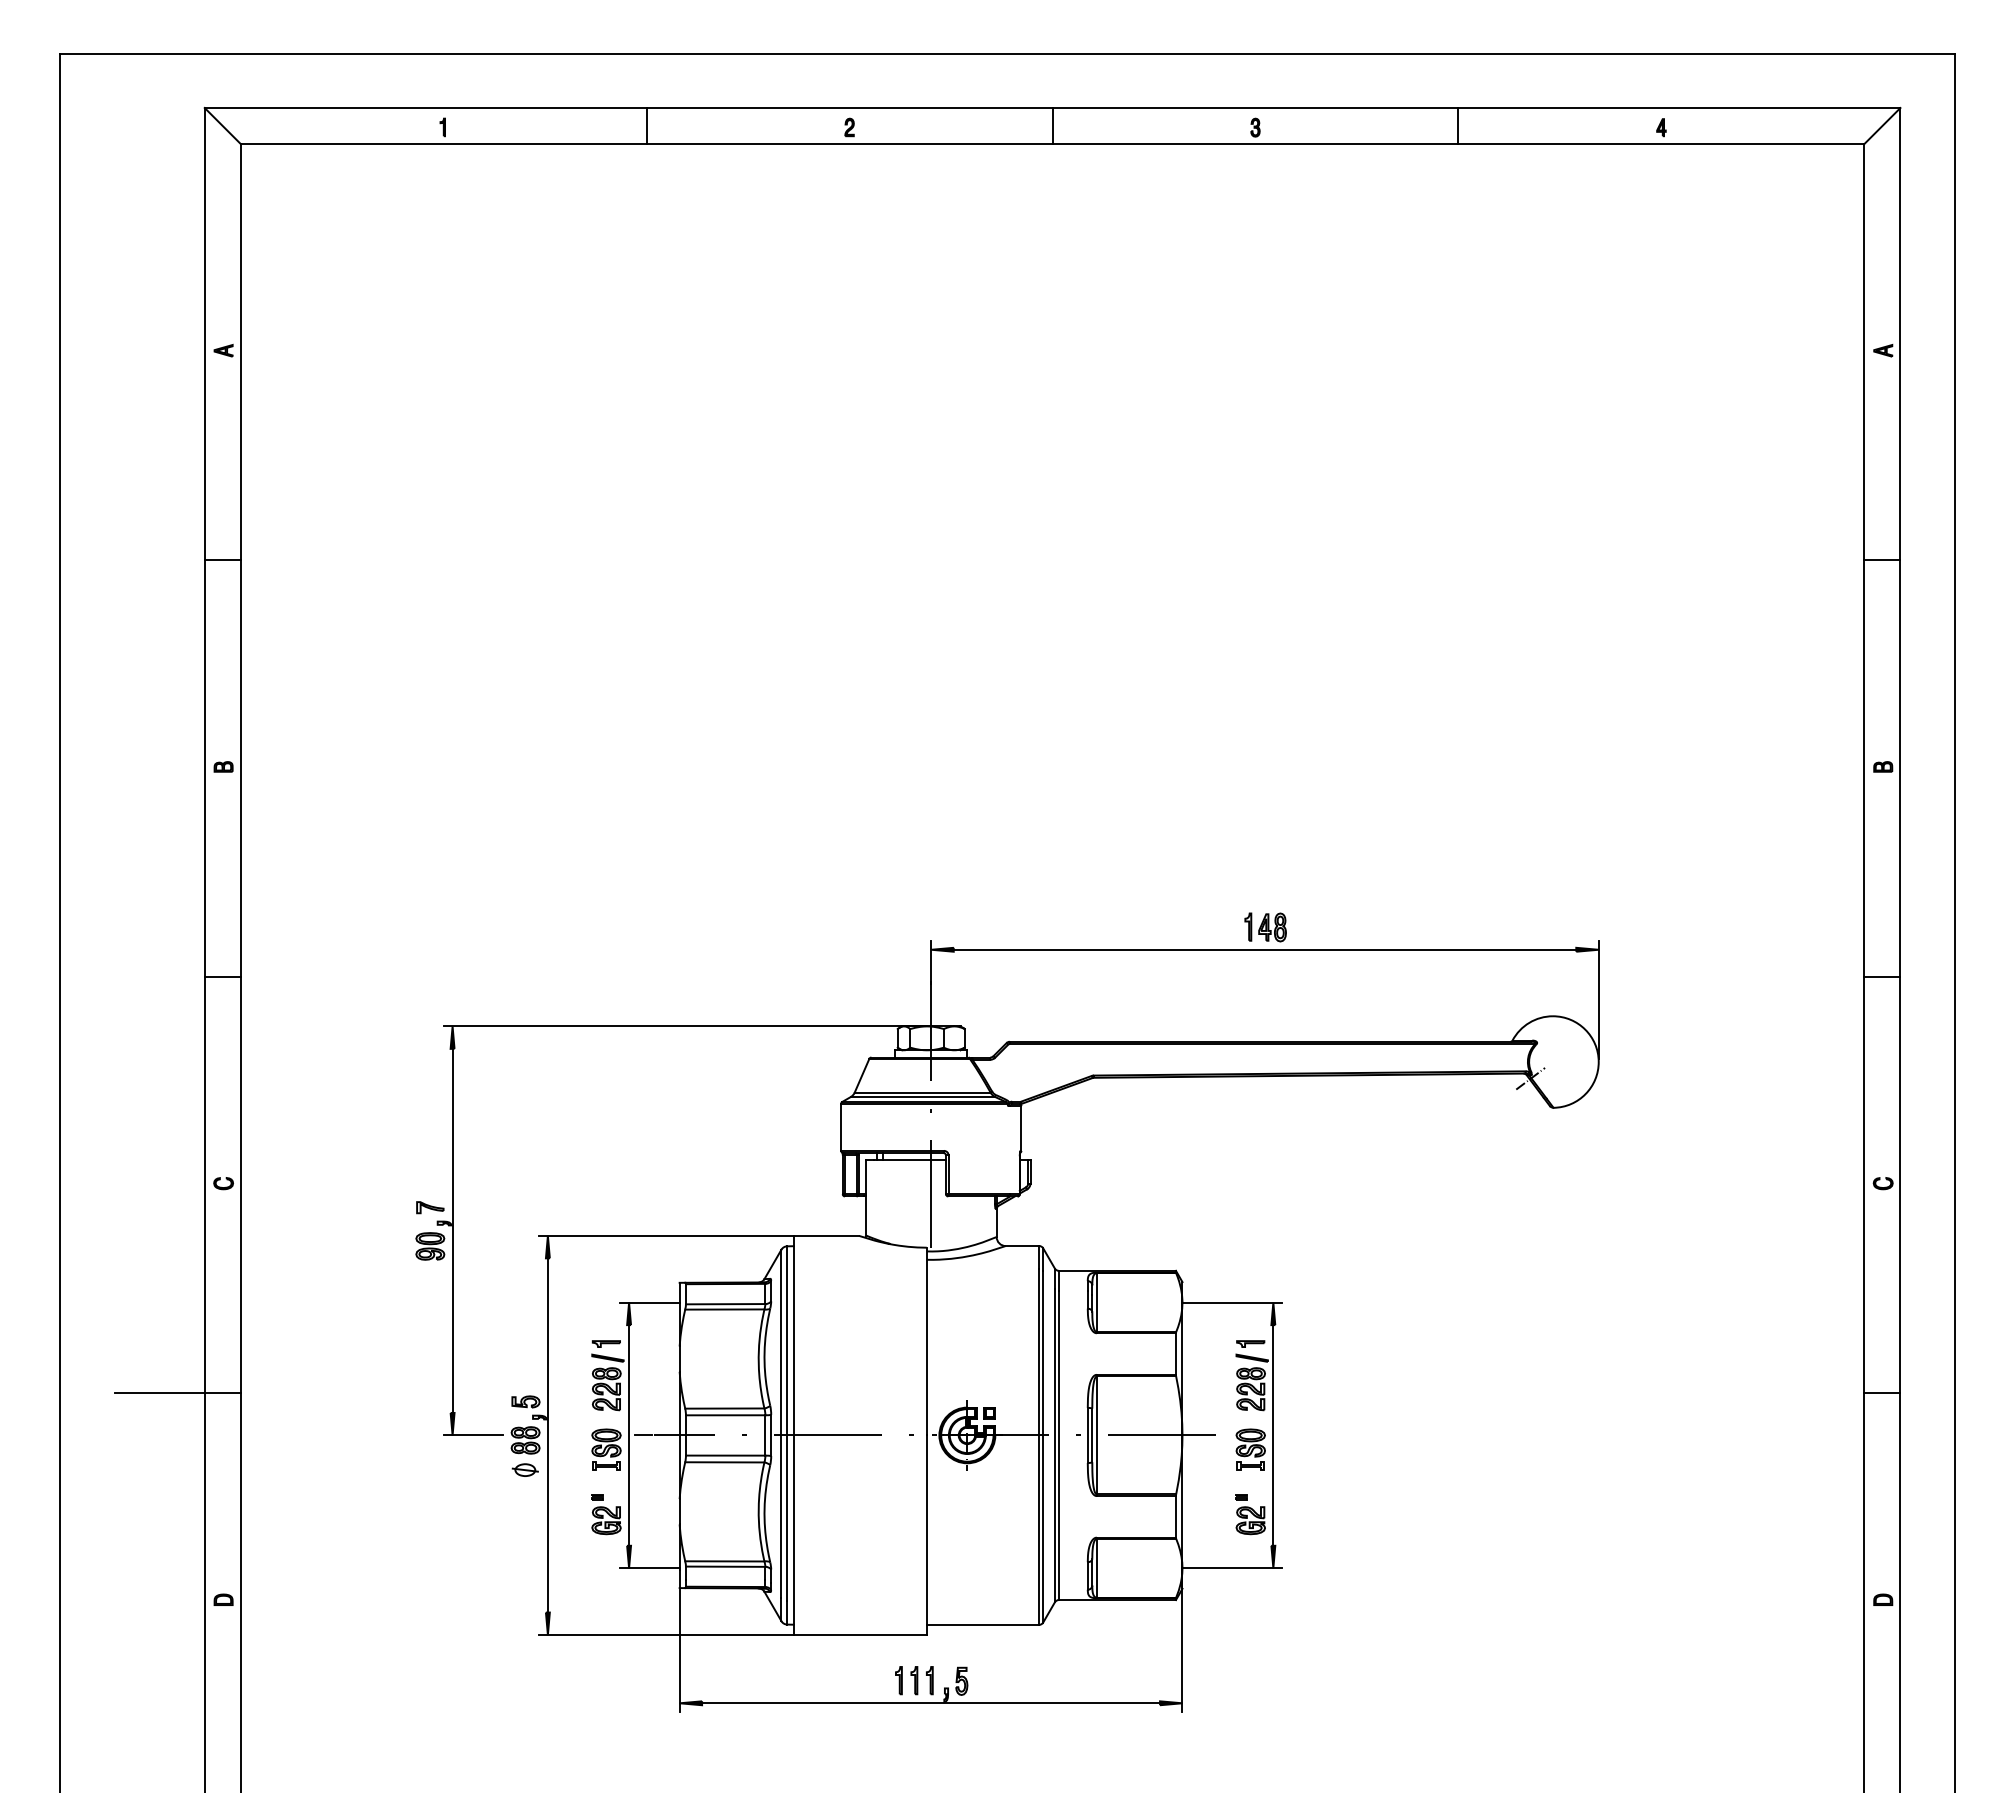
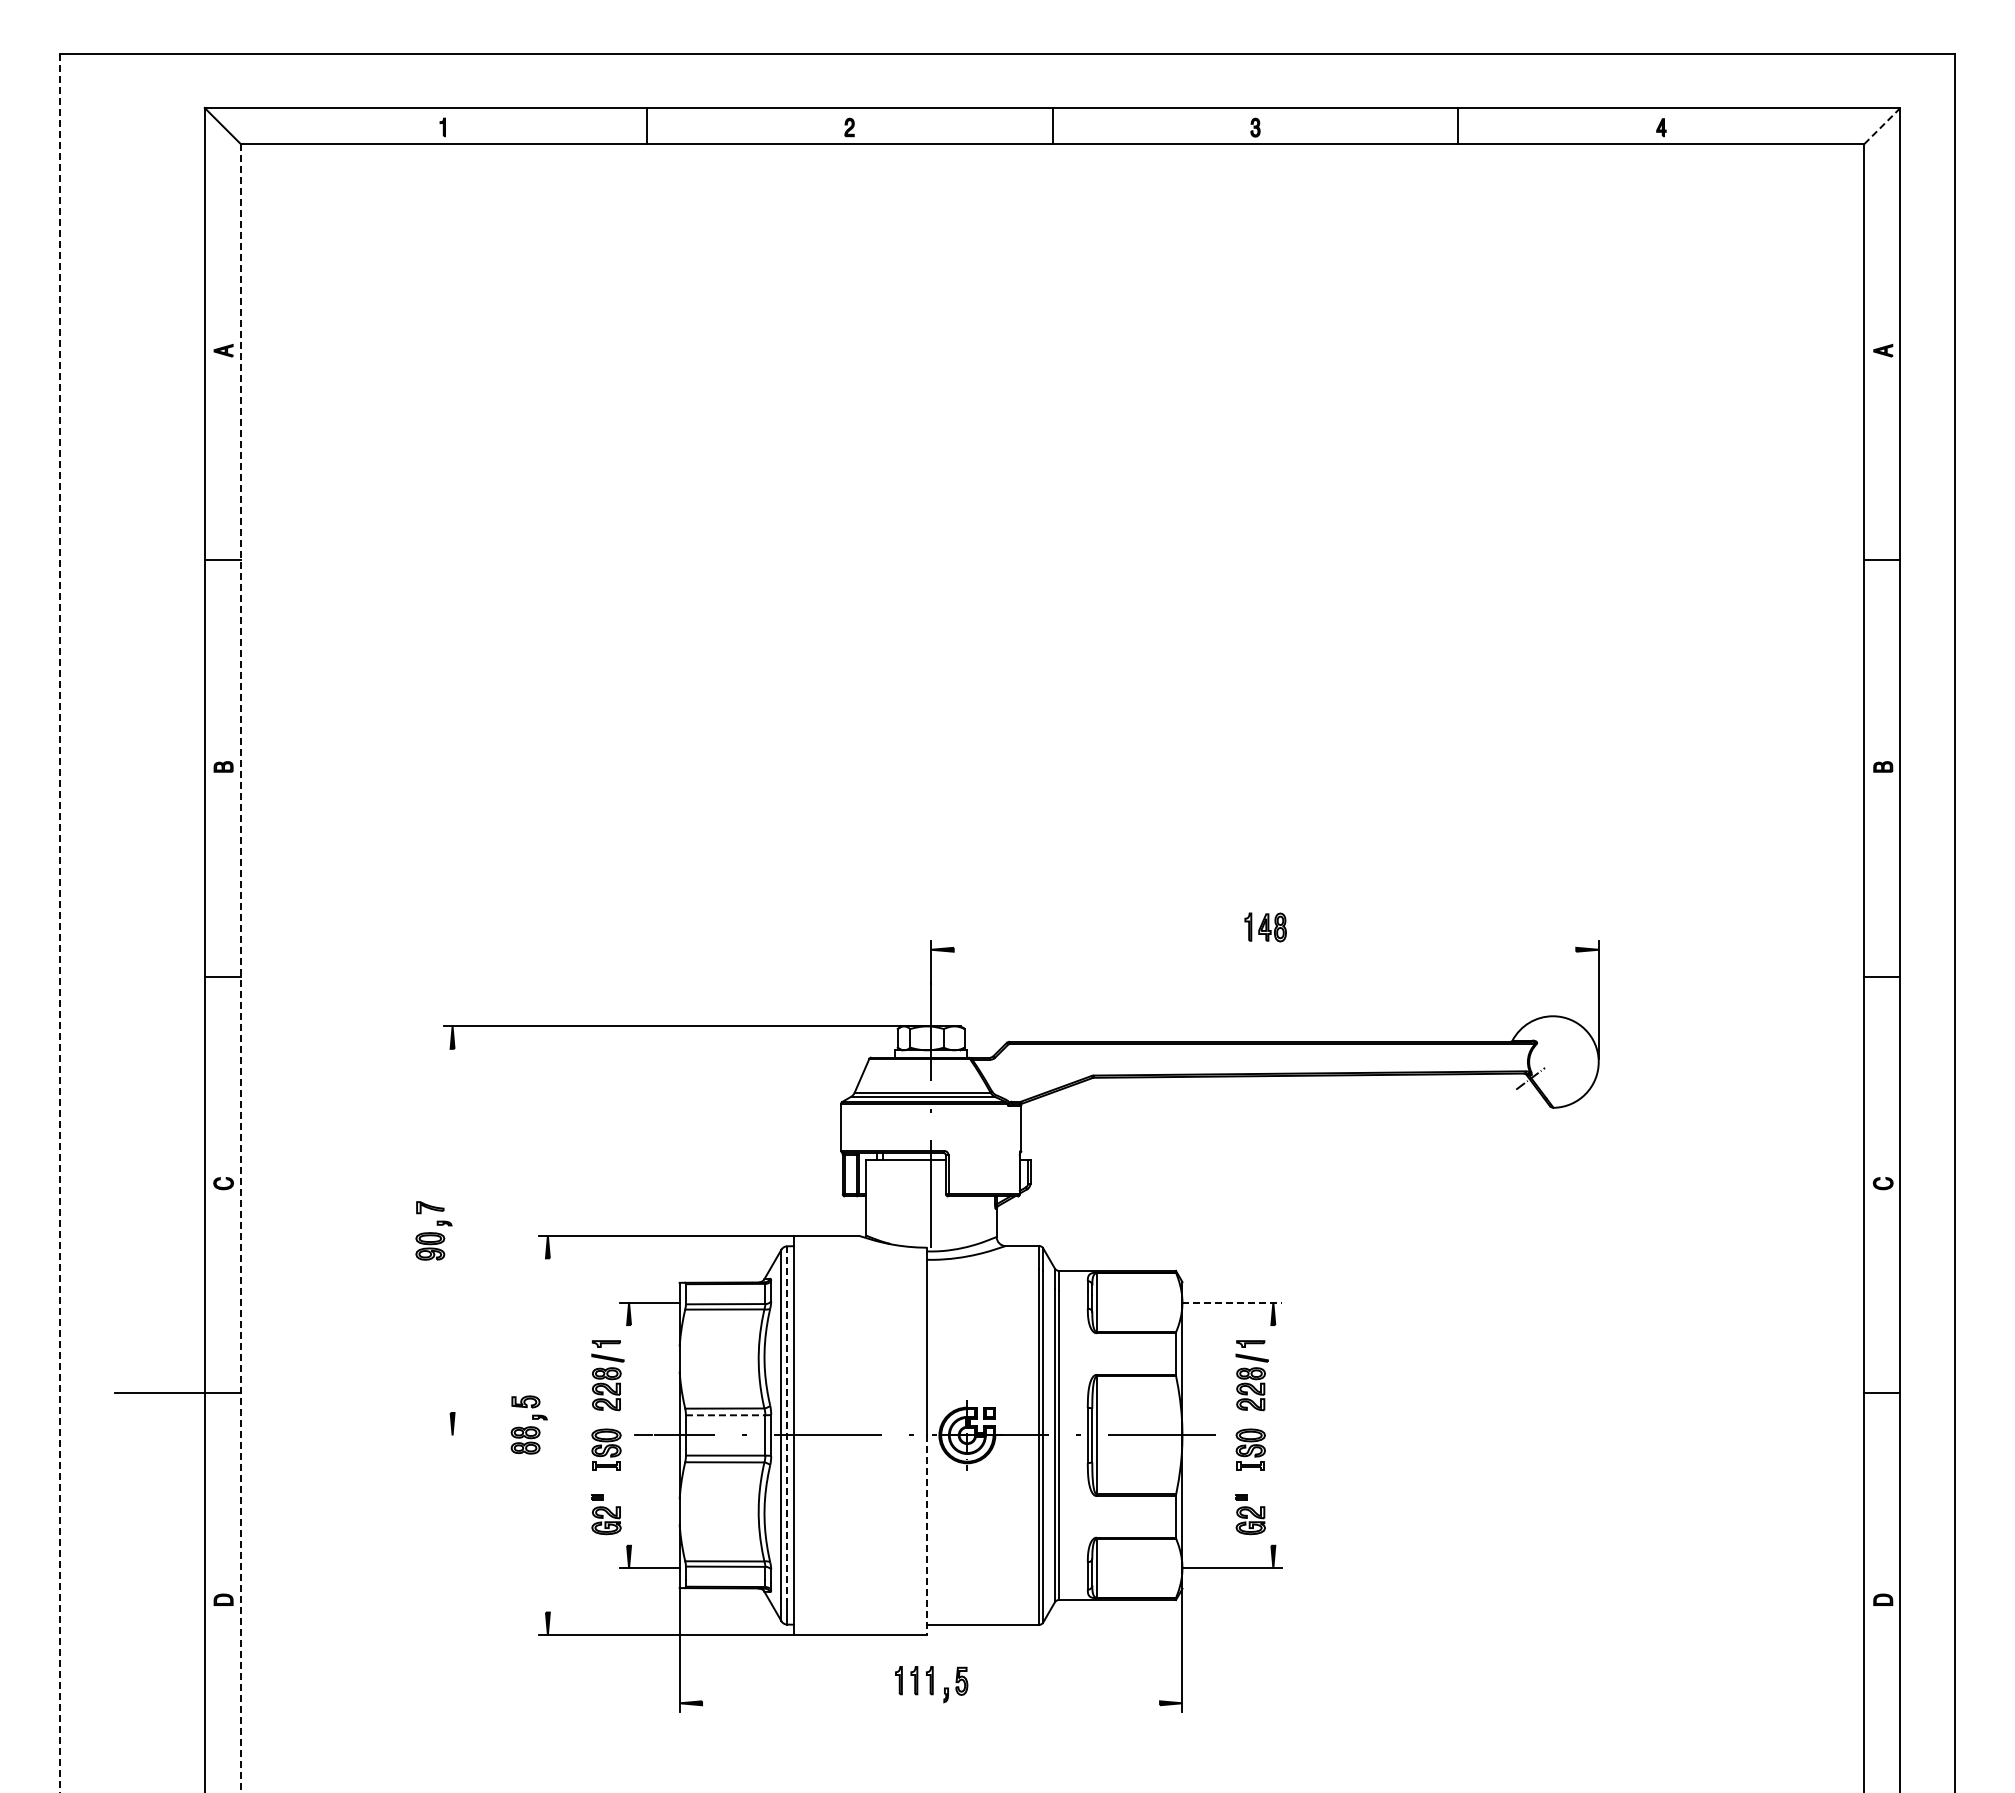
line at (1882, 126): solid -> dashed
line at (60, 923): solid -> dashed
line at (1264, 949): present -> none
line at (240, 968): solid -> dashed
line at (452, 1230): present -> none
line at (1232, 1302): solid -> dashed
line at (725, 1415): solid -> dashed
line at (787, 1423): solid -> dashed
line at (472, 1435): present -> none
line at (547, 1435): present -> none
line at (629, 1435): present -> none
line at (1273, 1435): present -> none
part at (524, 1469): present -> none
line at (926, 1535): solid -> dashed
line at (931, 1703): present -> none
